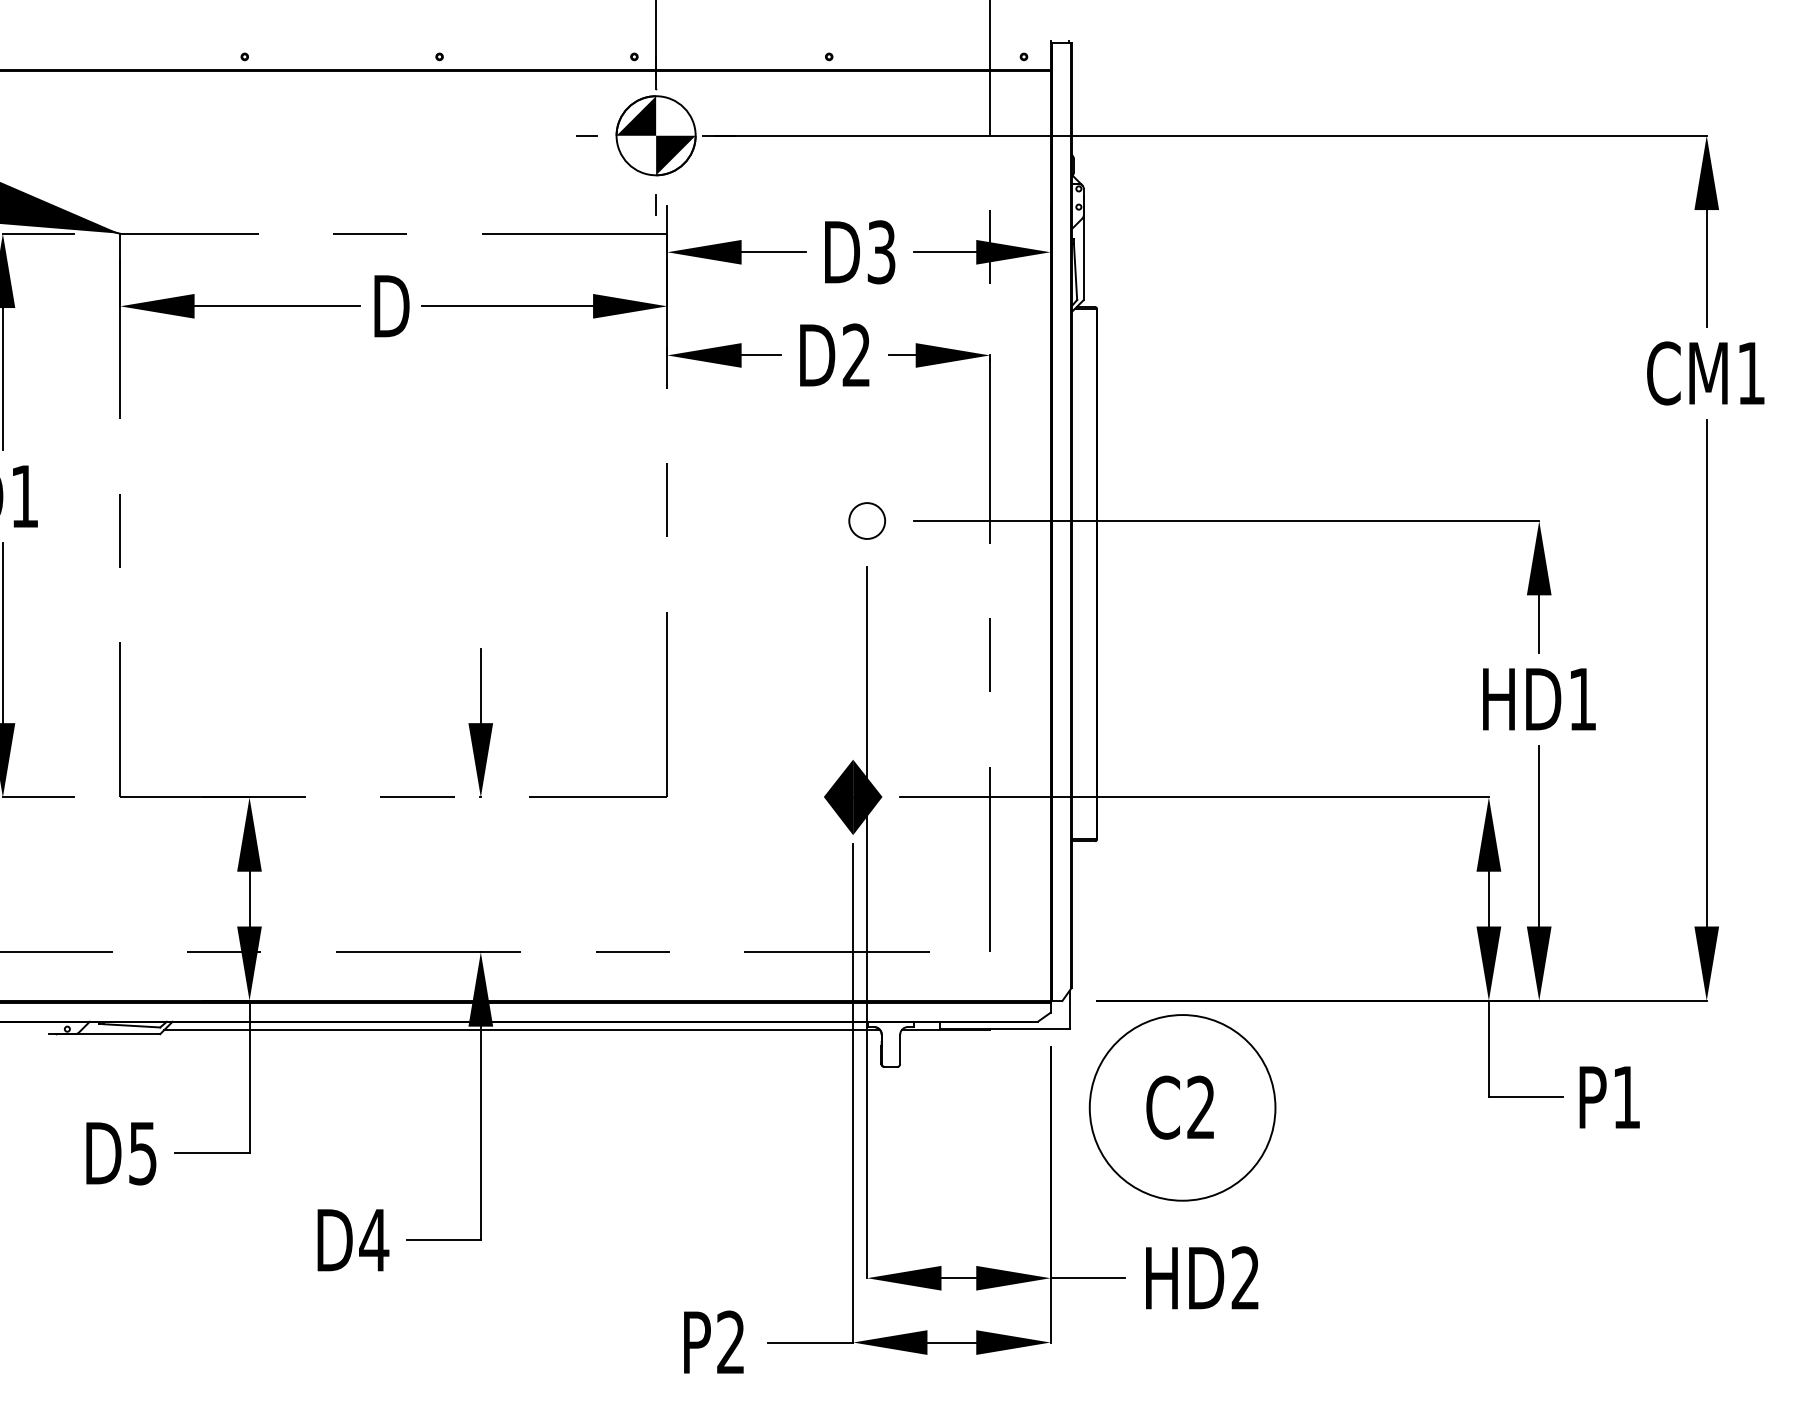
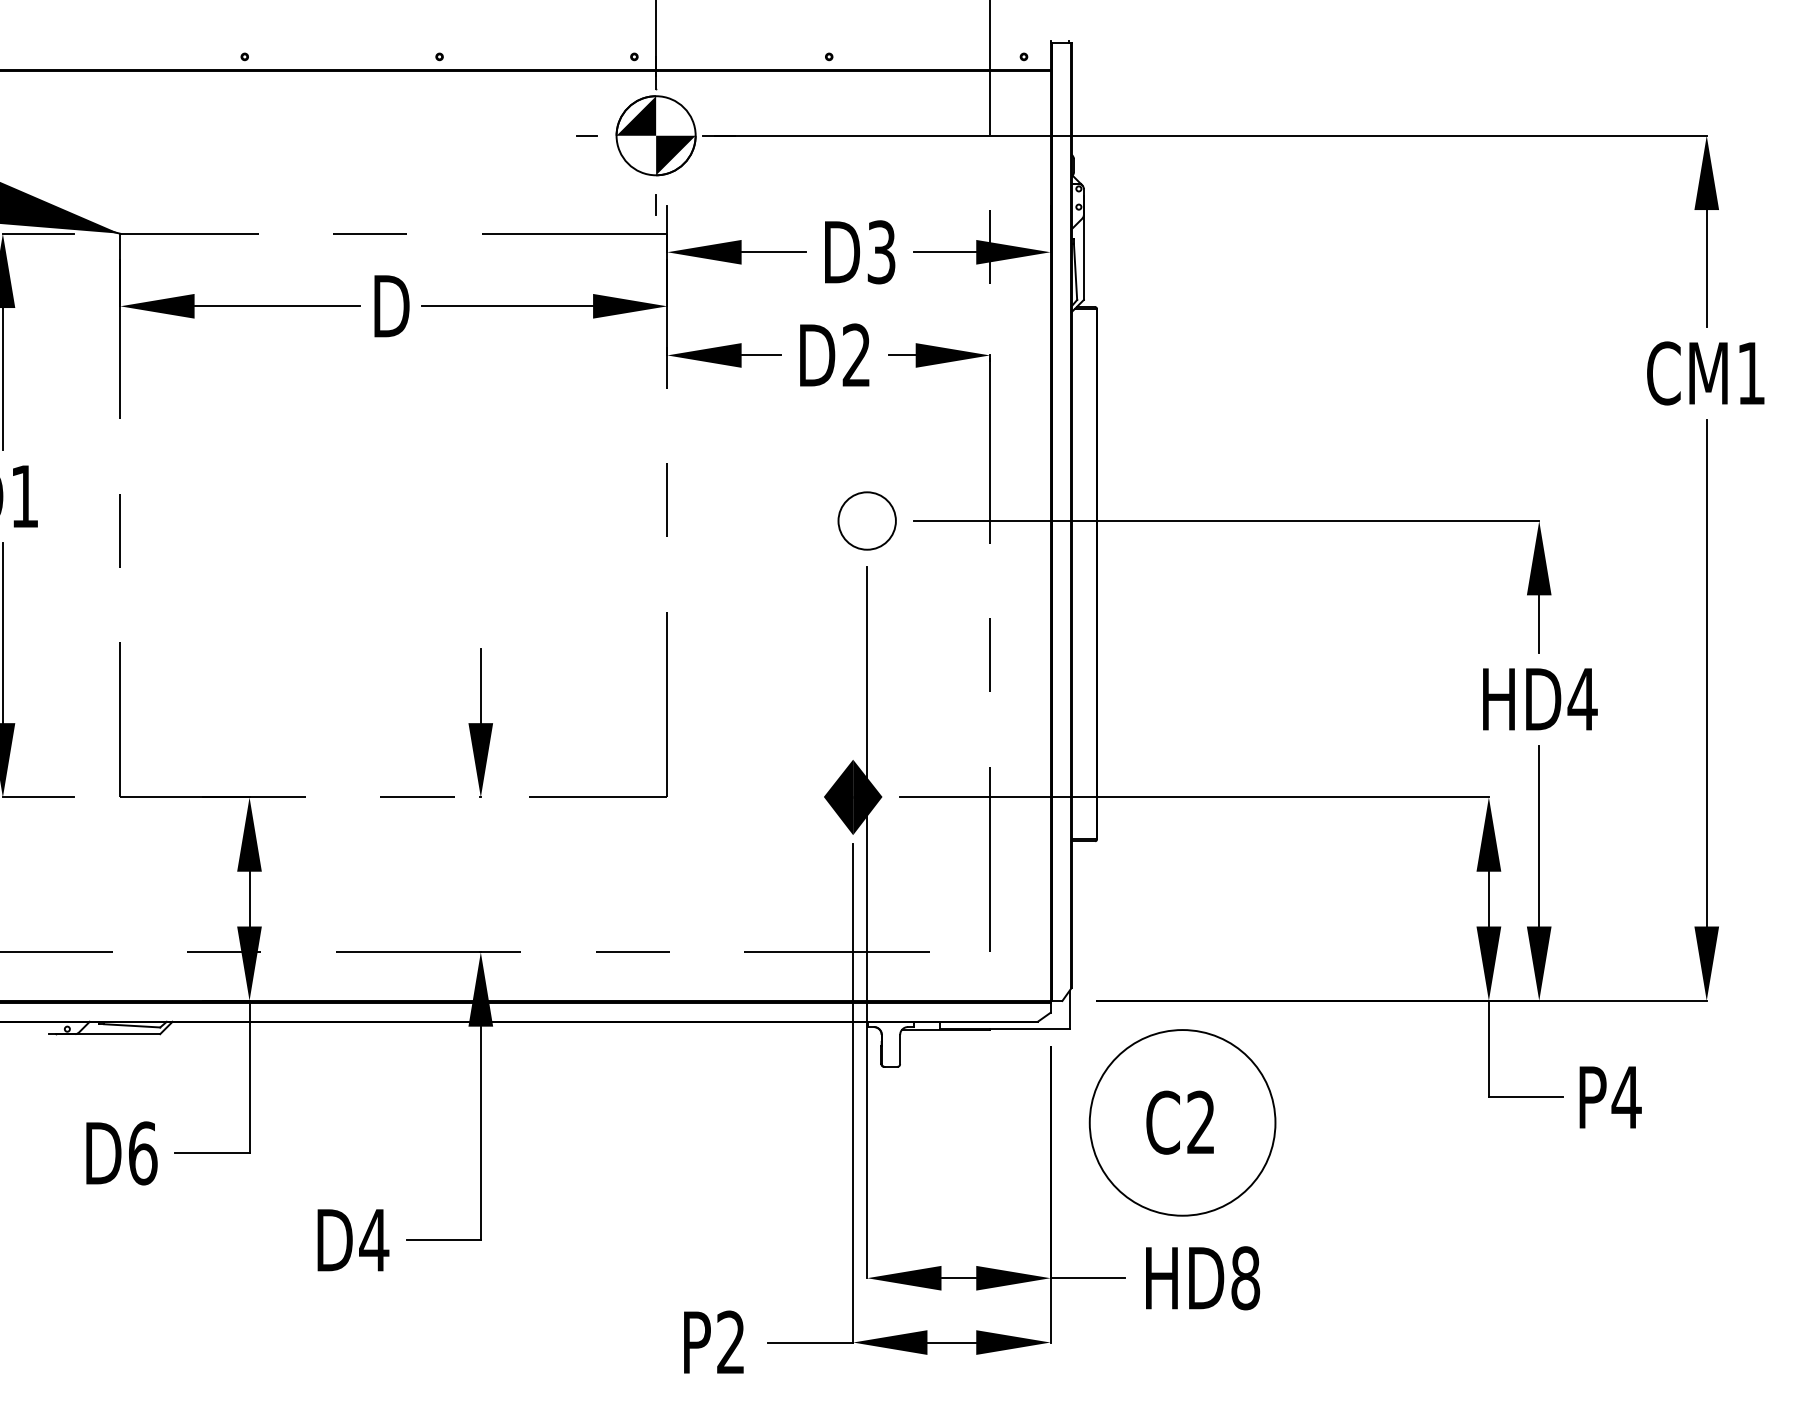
circle at (867, 520) diameter: 36 px -> 57 px
text at (1582, 699): HD1 -> HD4
line at (522, 1030): present -> none
text at (1626, 1097): P1 -> P4
part at (1182, 1107) position: (1182, 1107) -> (1182, 1122)
text at (143, 1153): D5 -> D6
text at (1245, 1278): HD2 -> HD8
